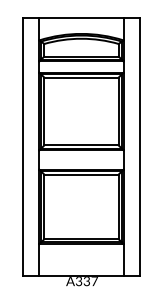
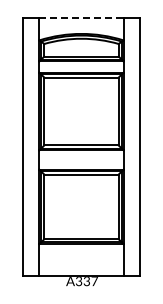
line at (81, 17): solid -> dashed
